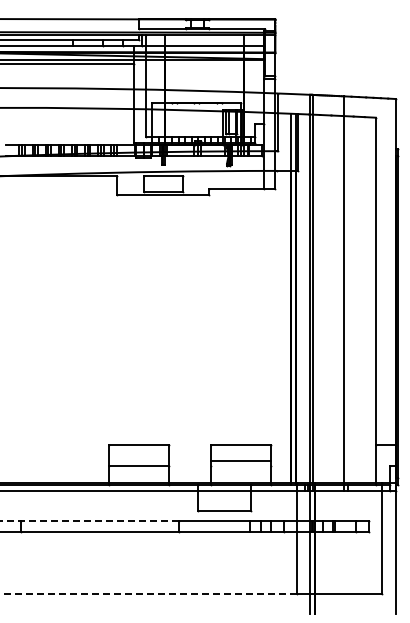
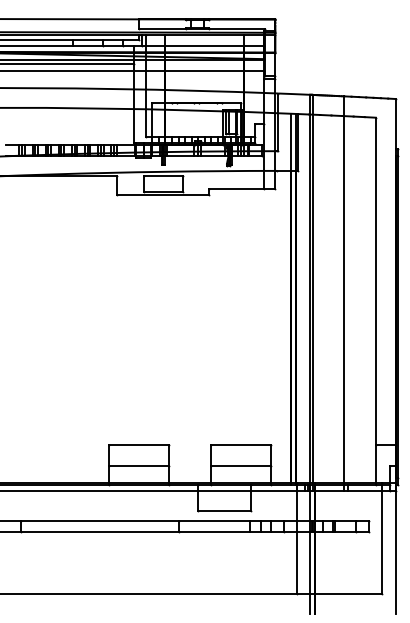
line at (133, 70): none -> present
line at (240, 461) position: (240, 461) -> (240, 466)
line at (89, 521): dashed -> solid
line at (147, 594): dashed -> solid
